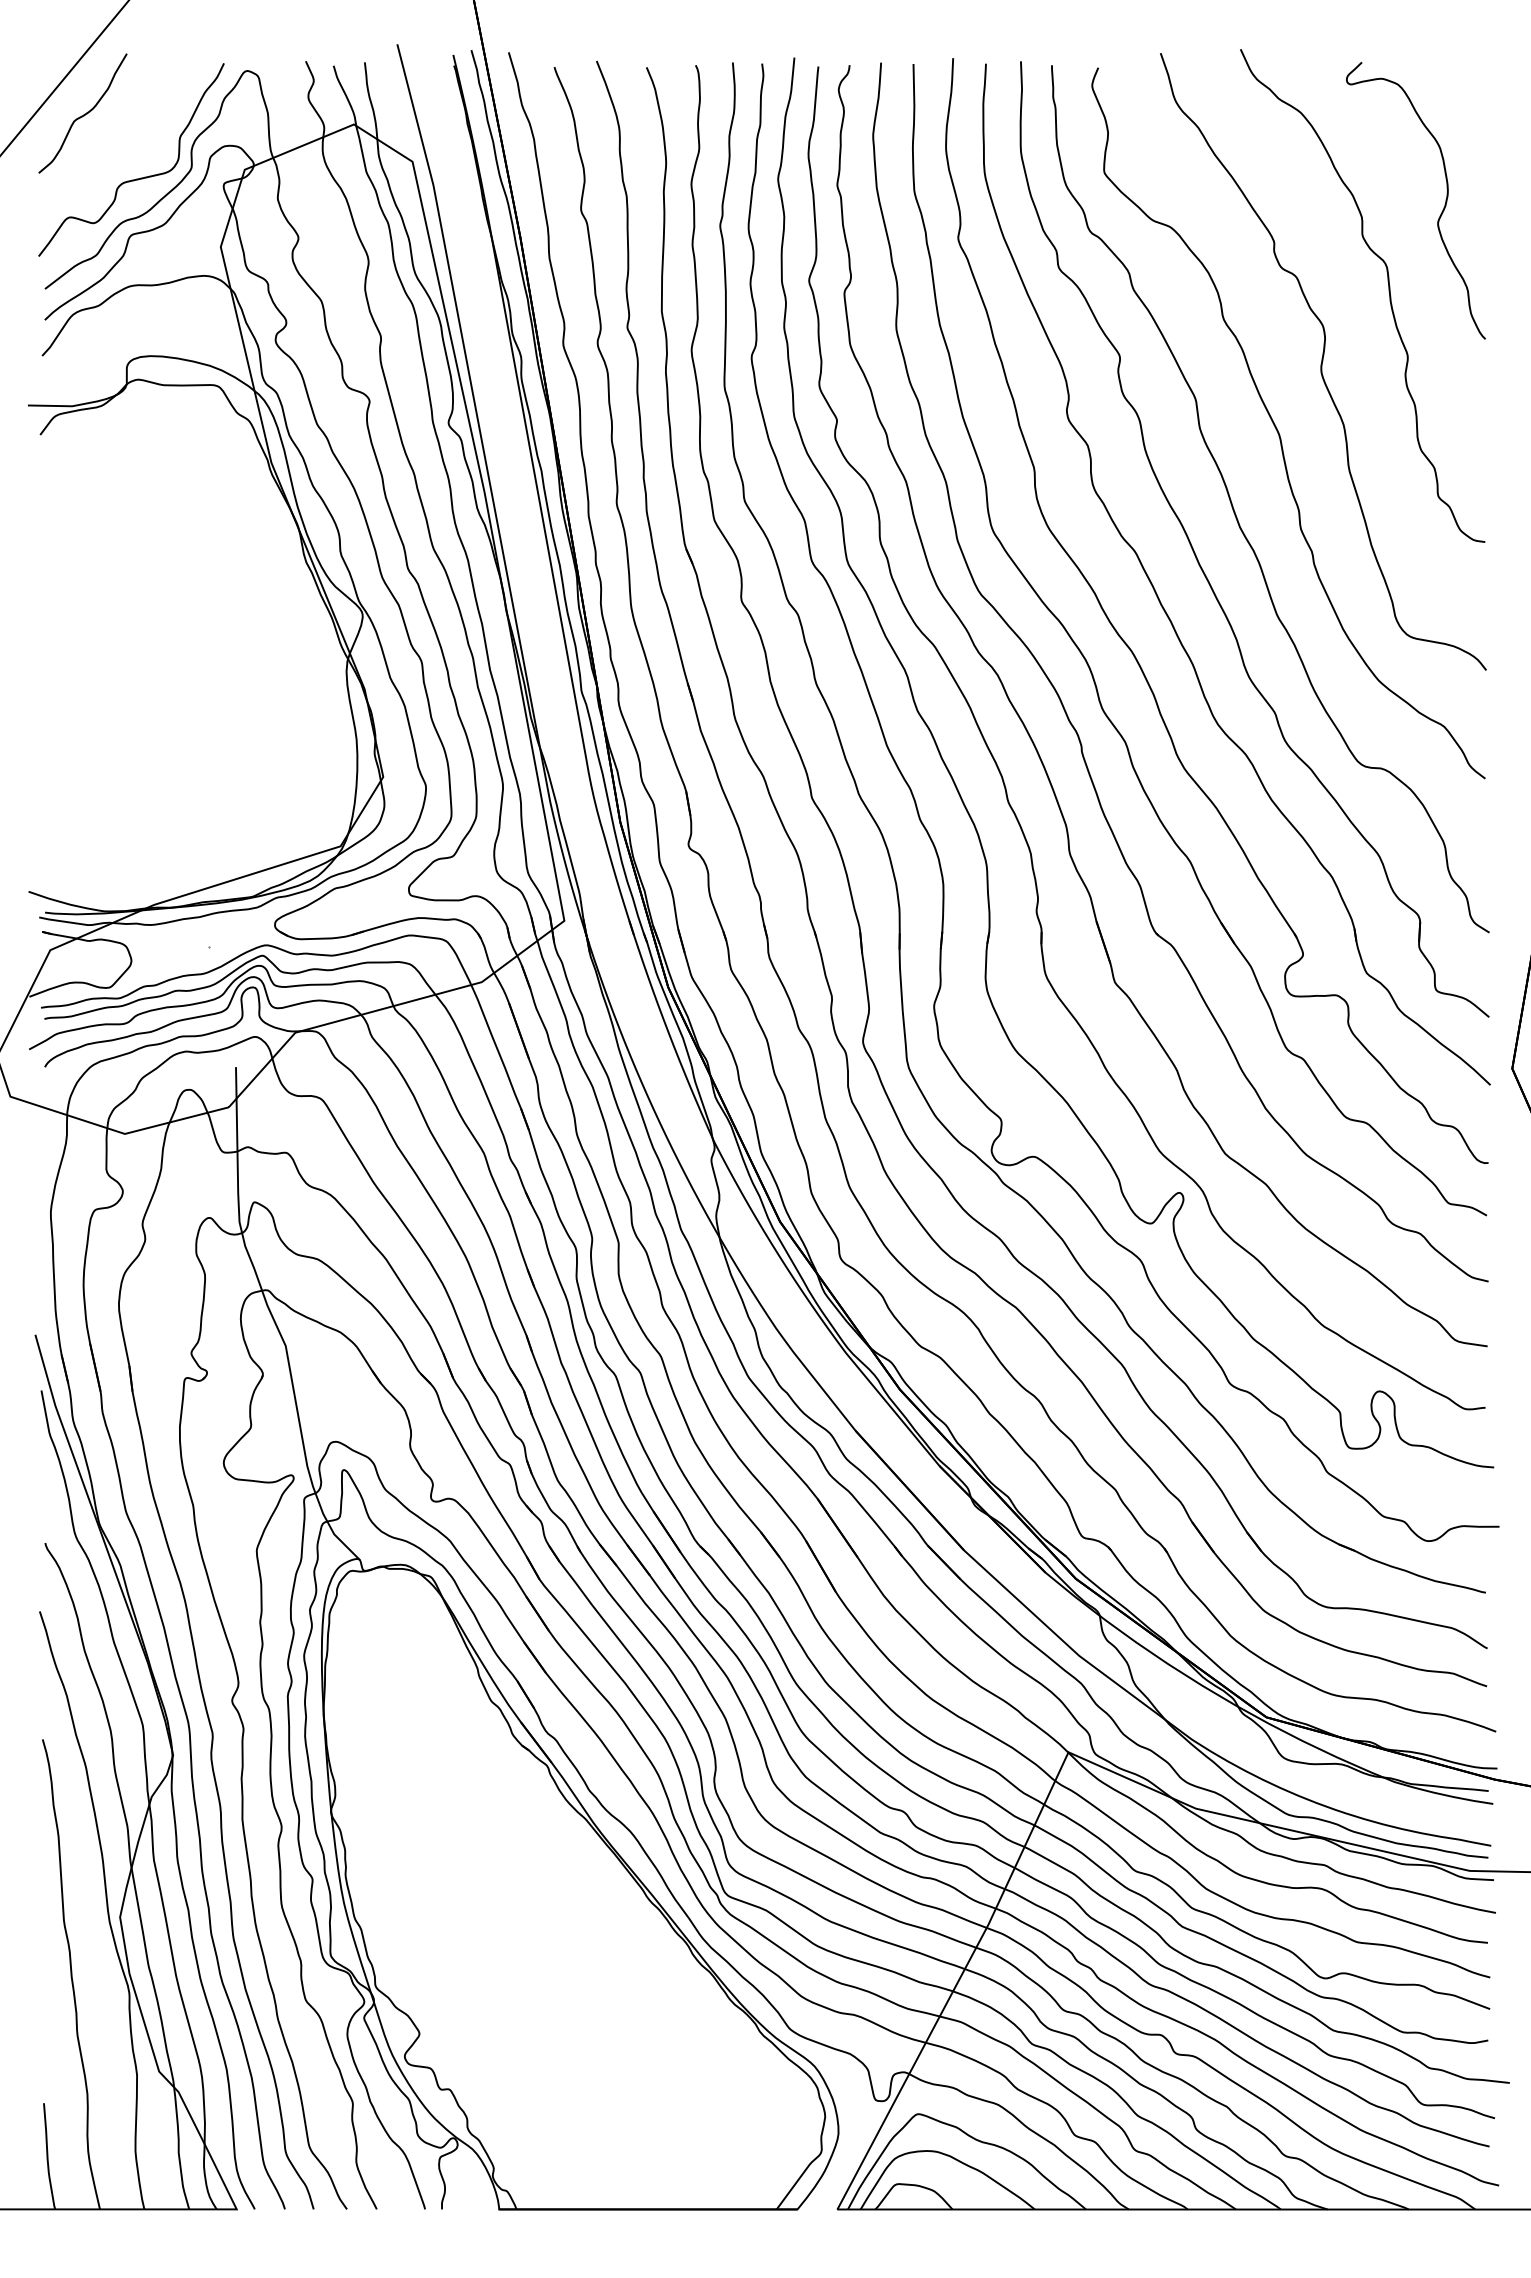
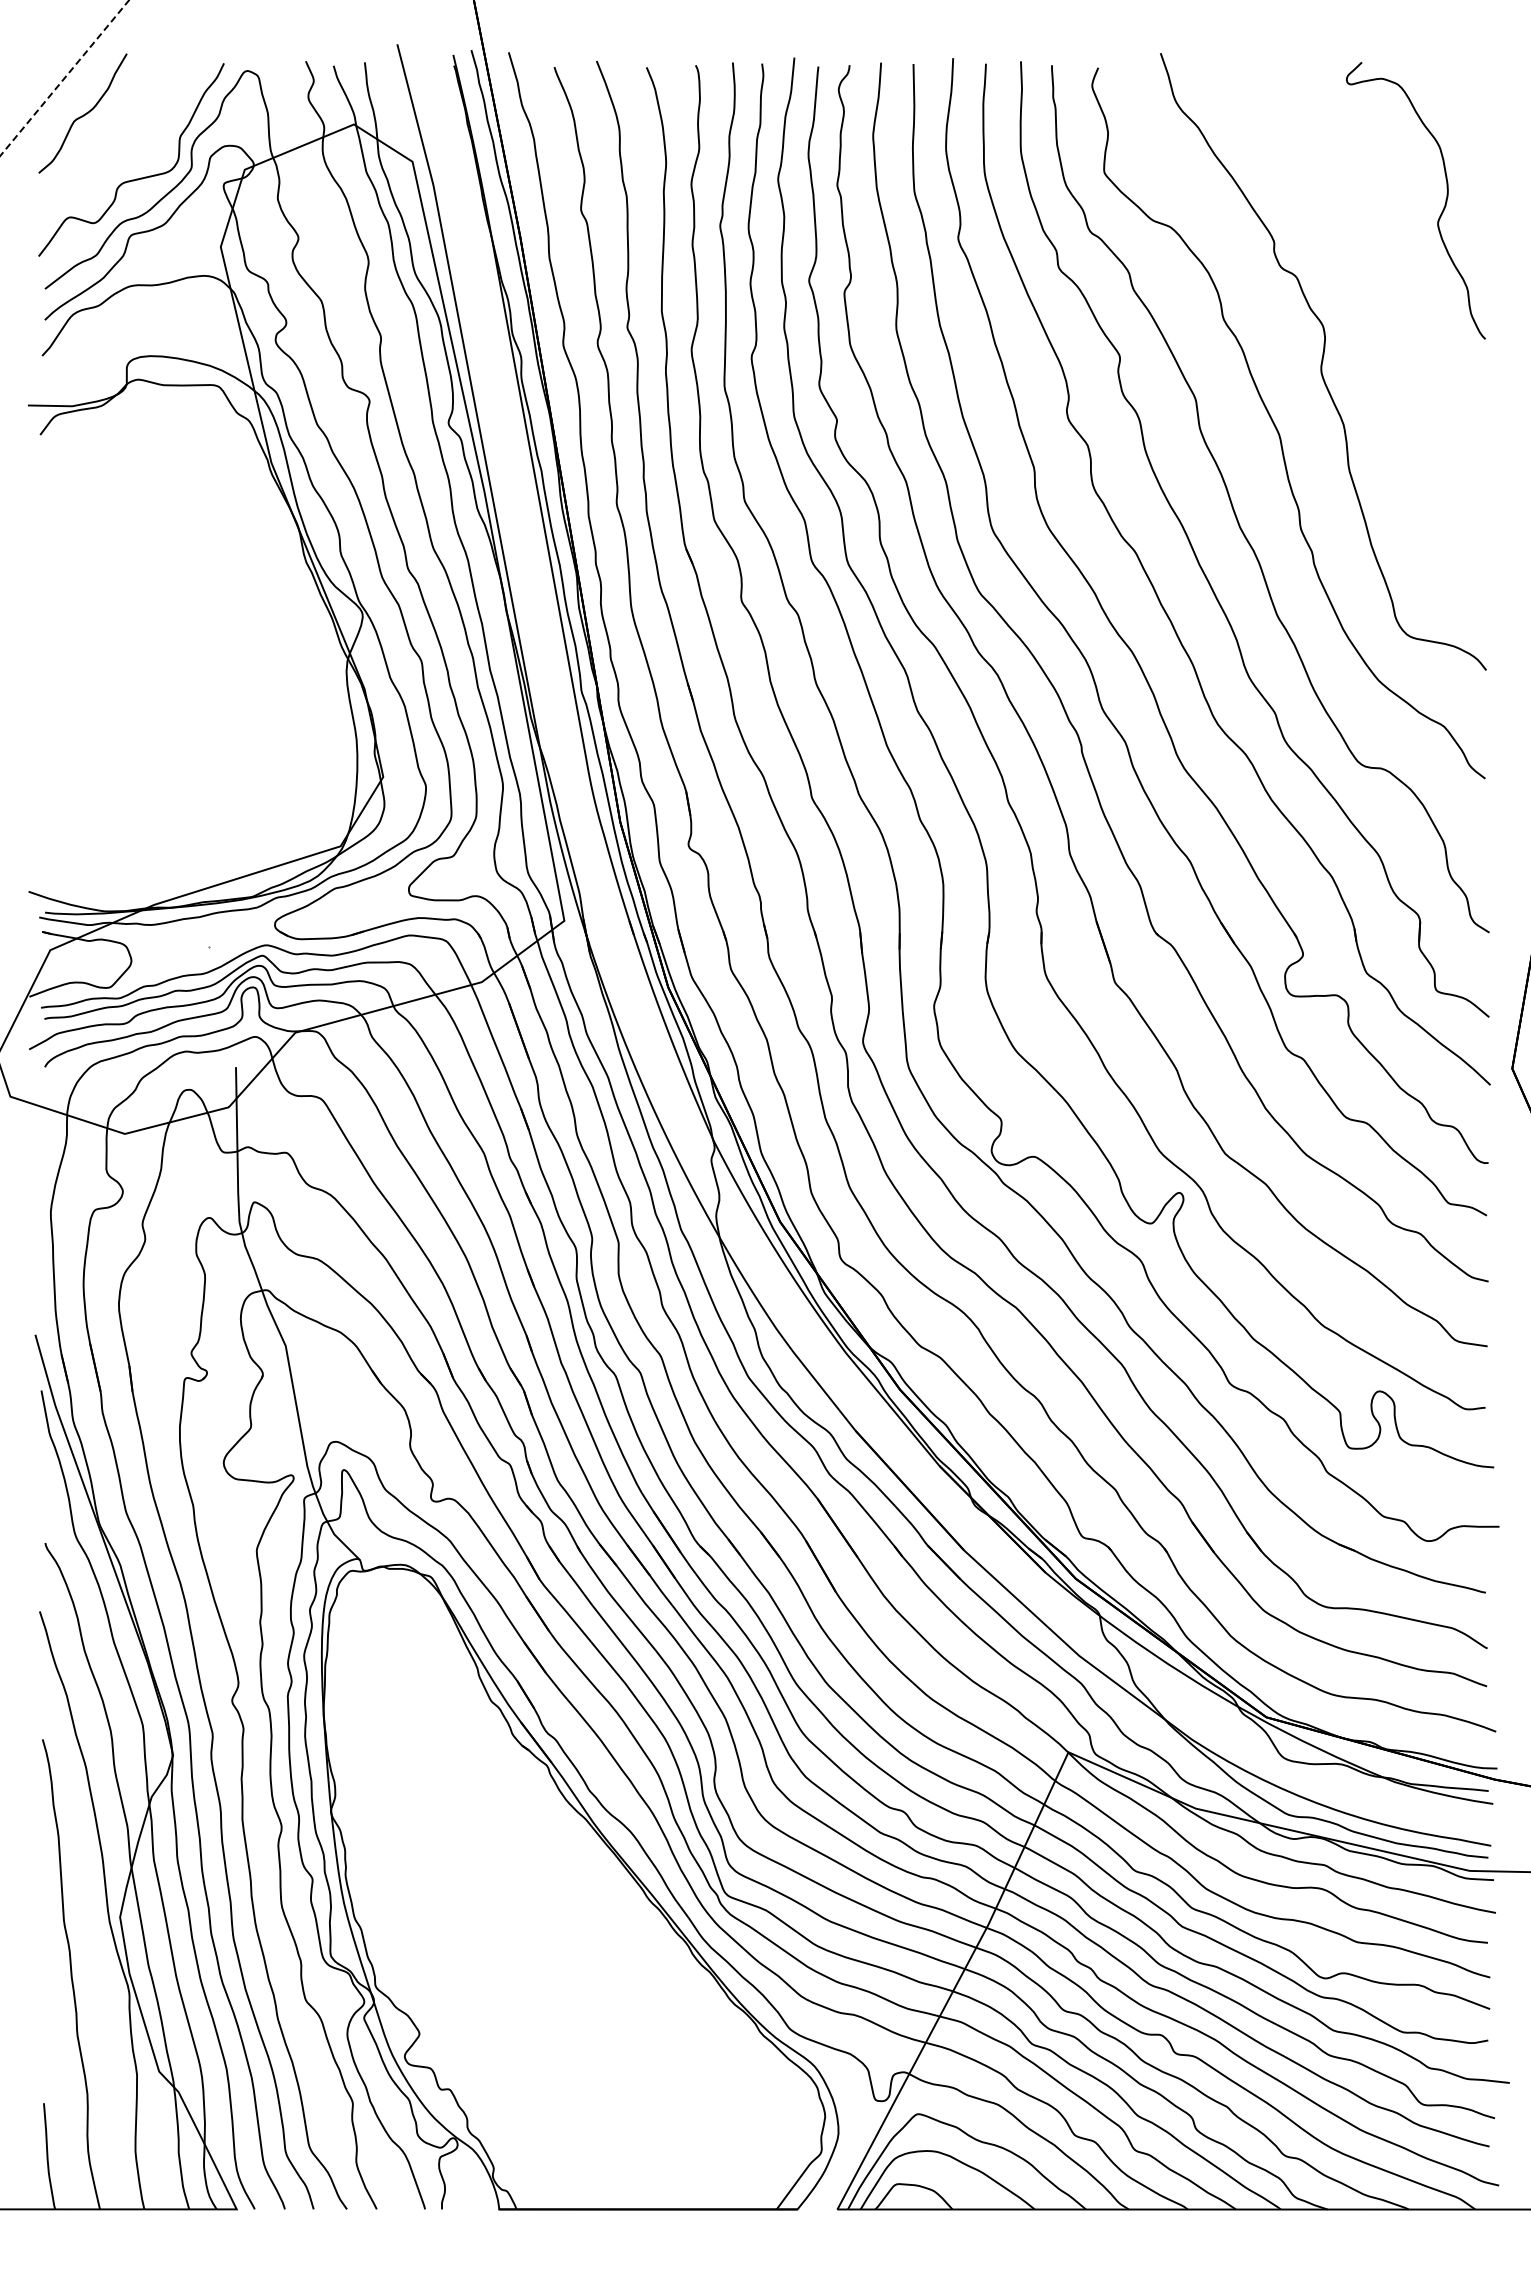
line at (64, 77): solid -> dashed
curve at (1388, 292): present -> none
